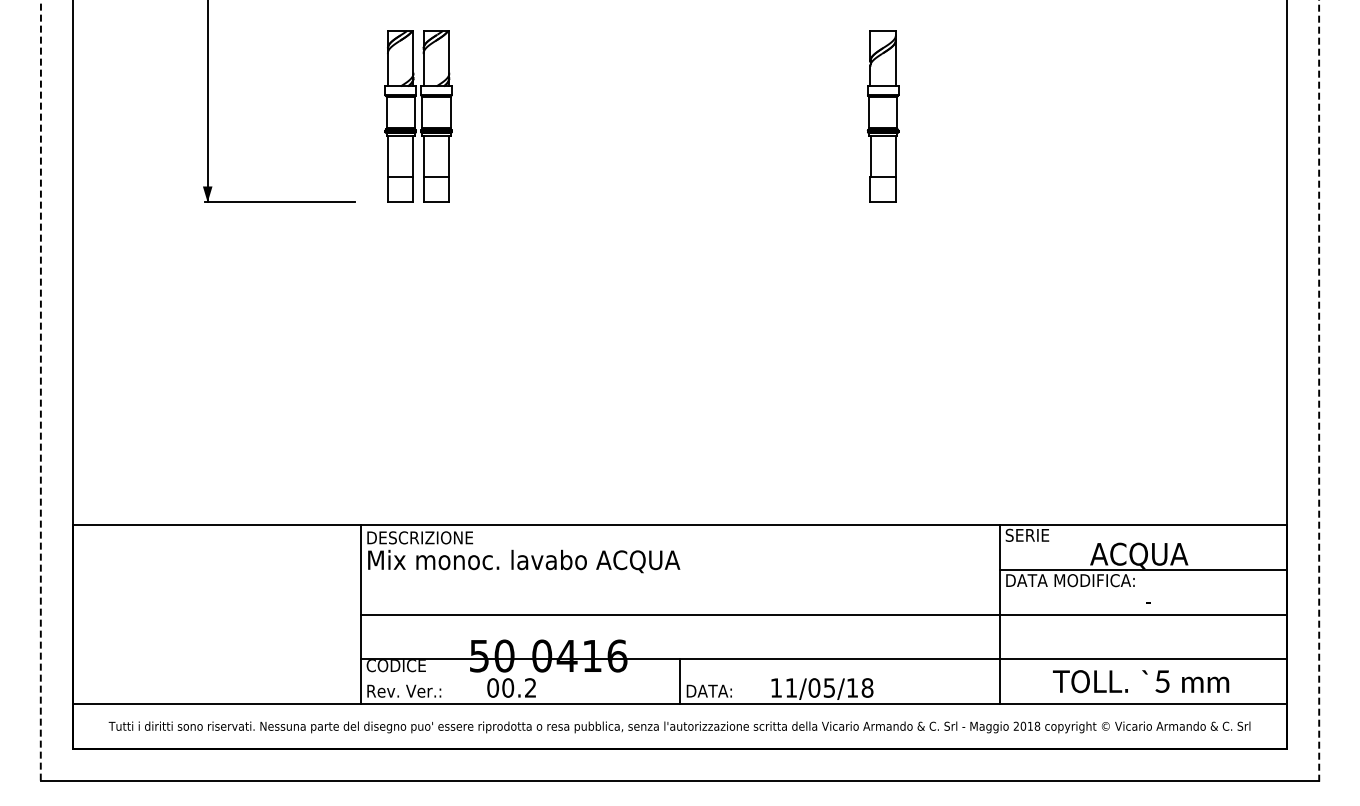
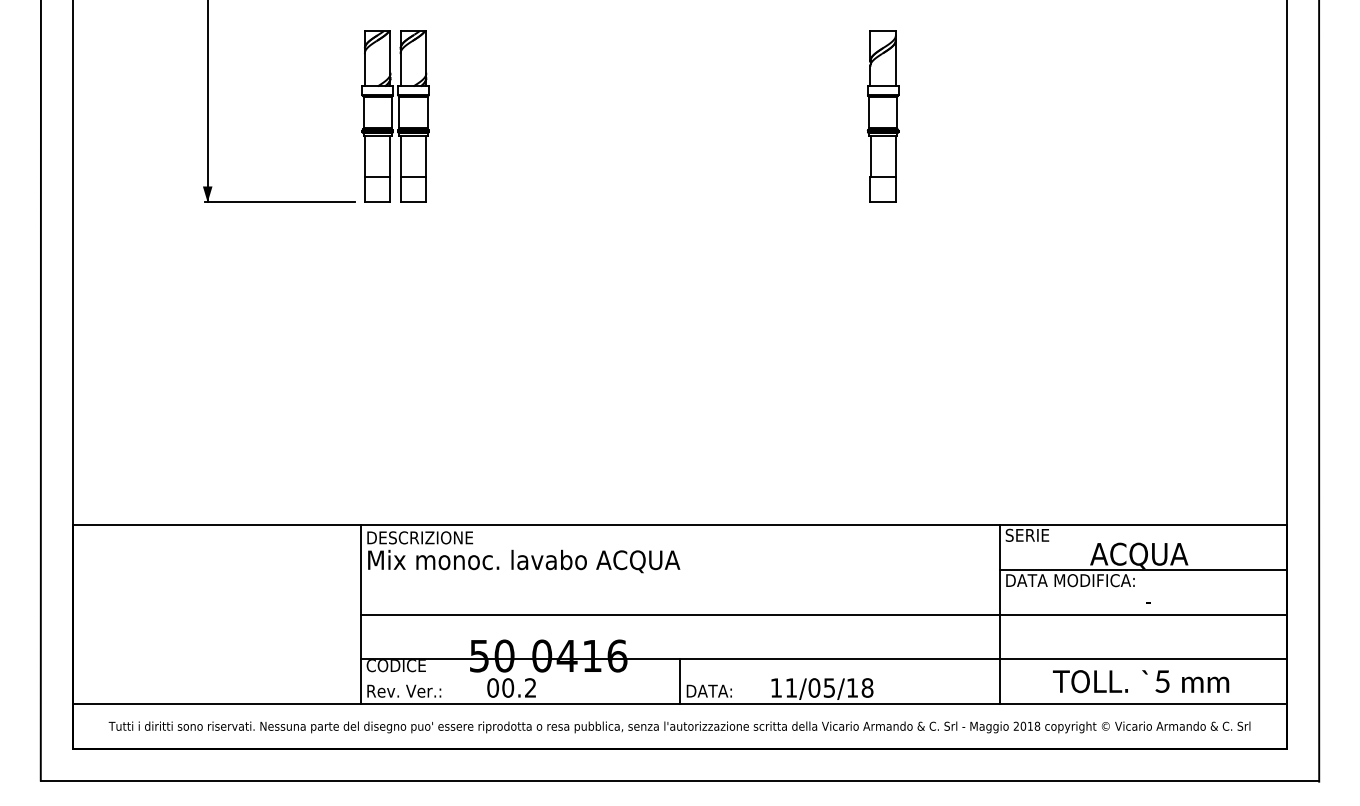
part at (418, 116) position: (418, 116) -> (395, 116)
line at (40, 390): dashed -> solid
line at (1319, 390): dashed -> solid
